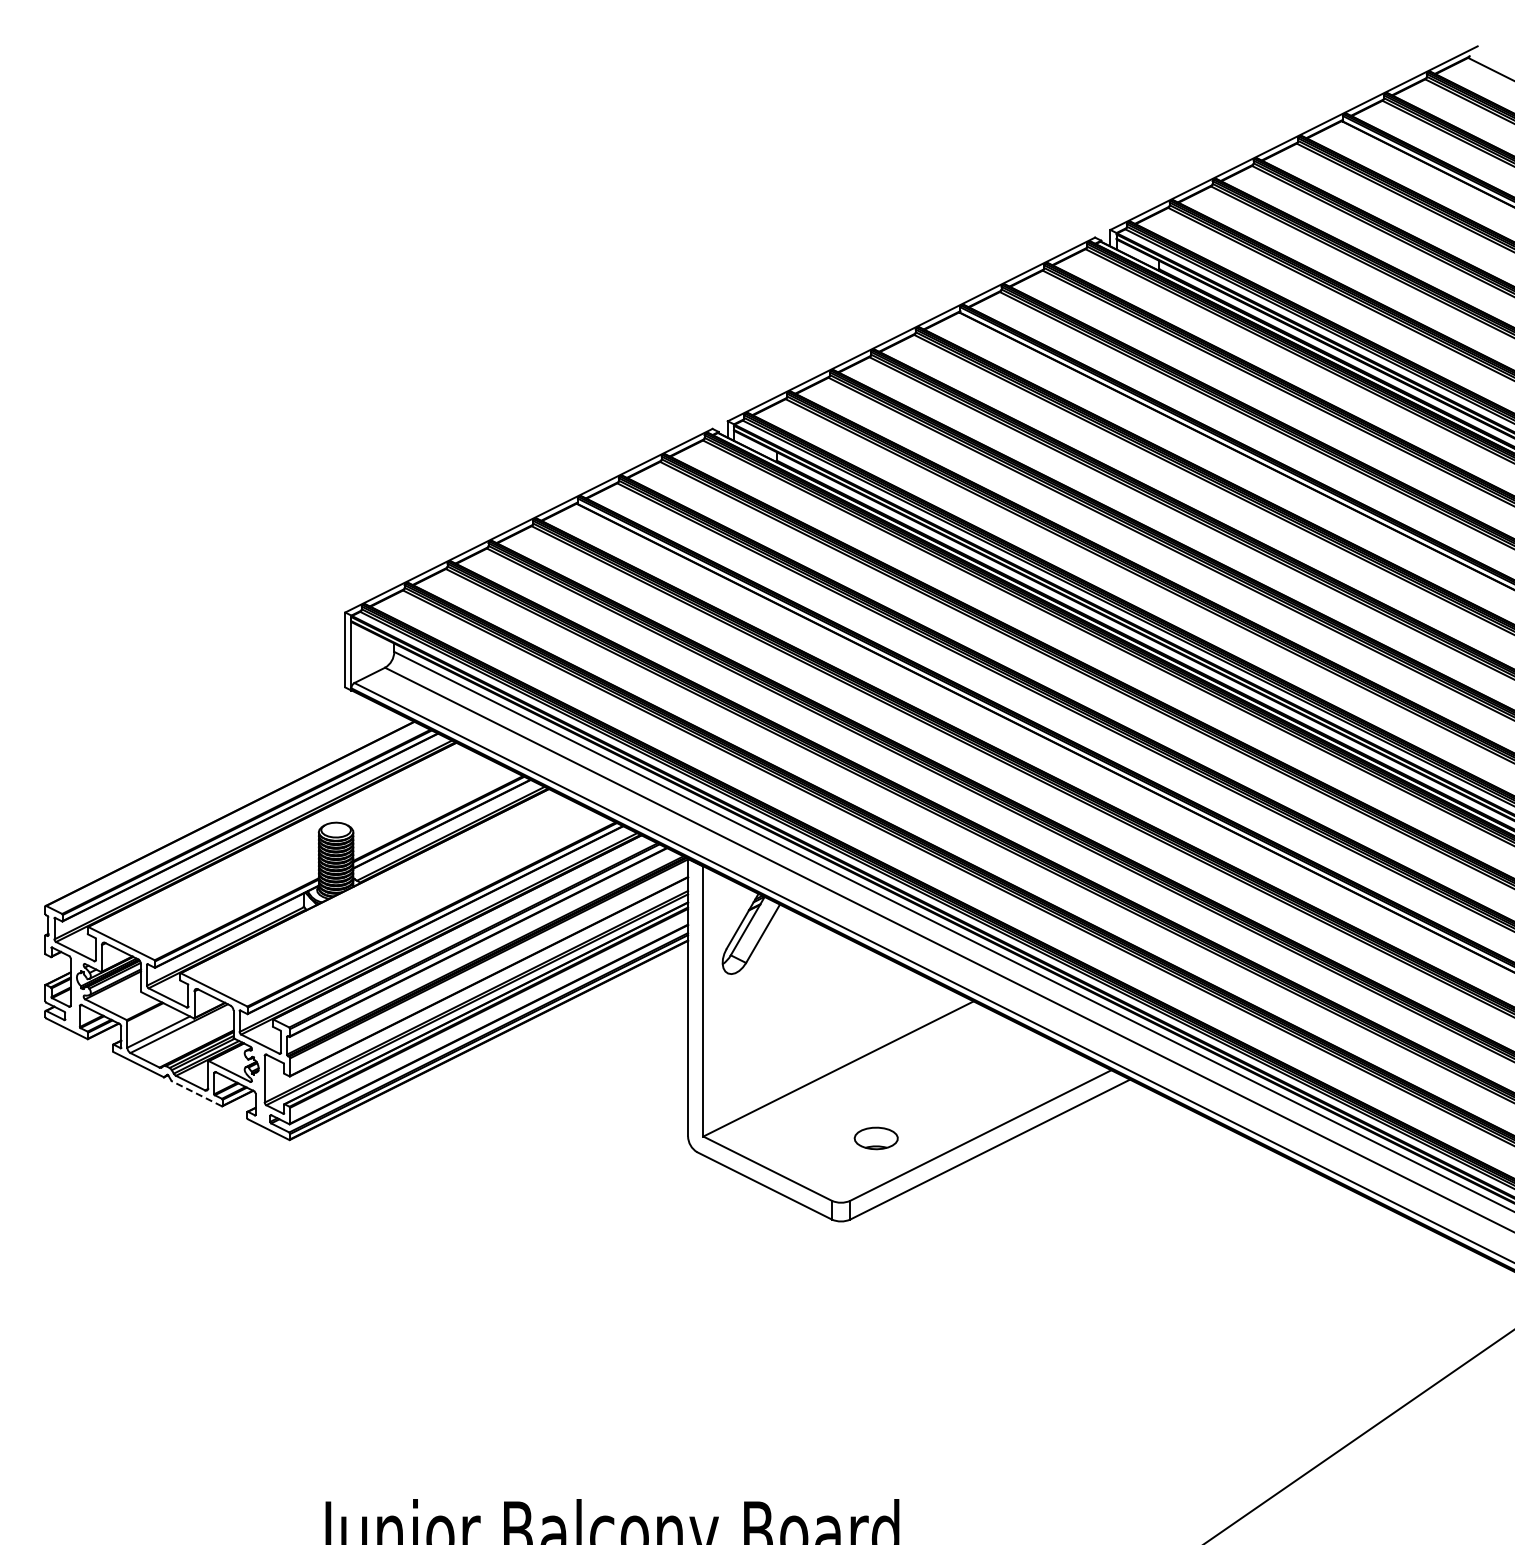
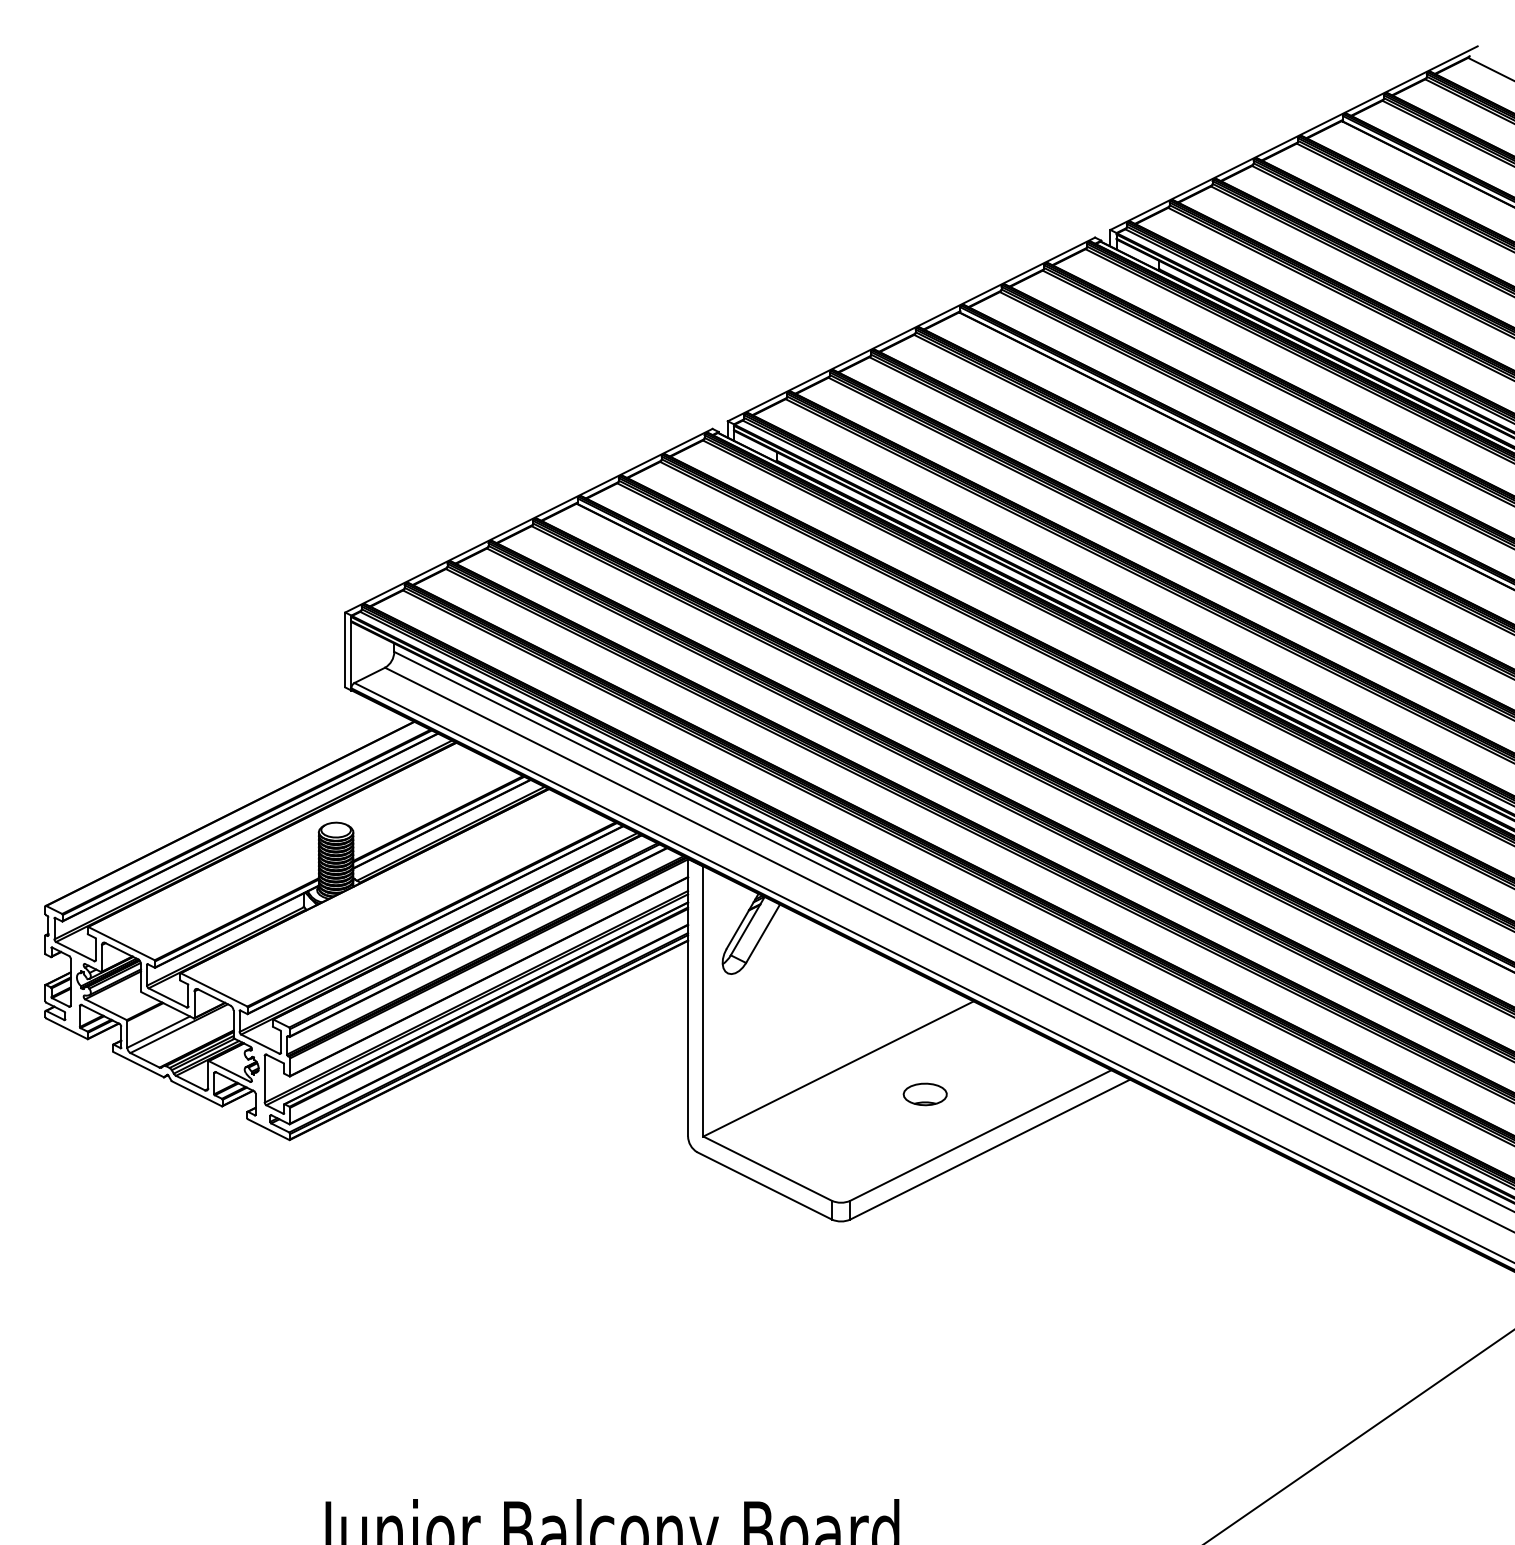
line at (196, 1093): dashed -> solid
part at (875, 1138) position: (875, 1138) -> (924, 1094)
